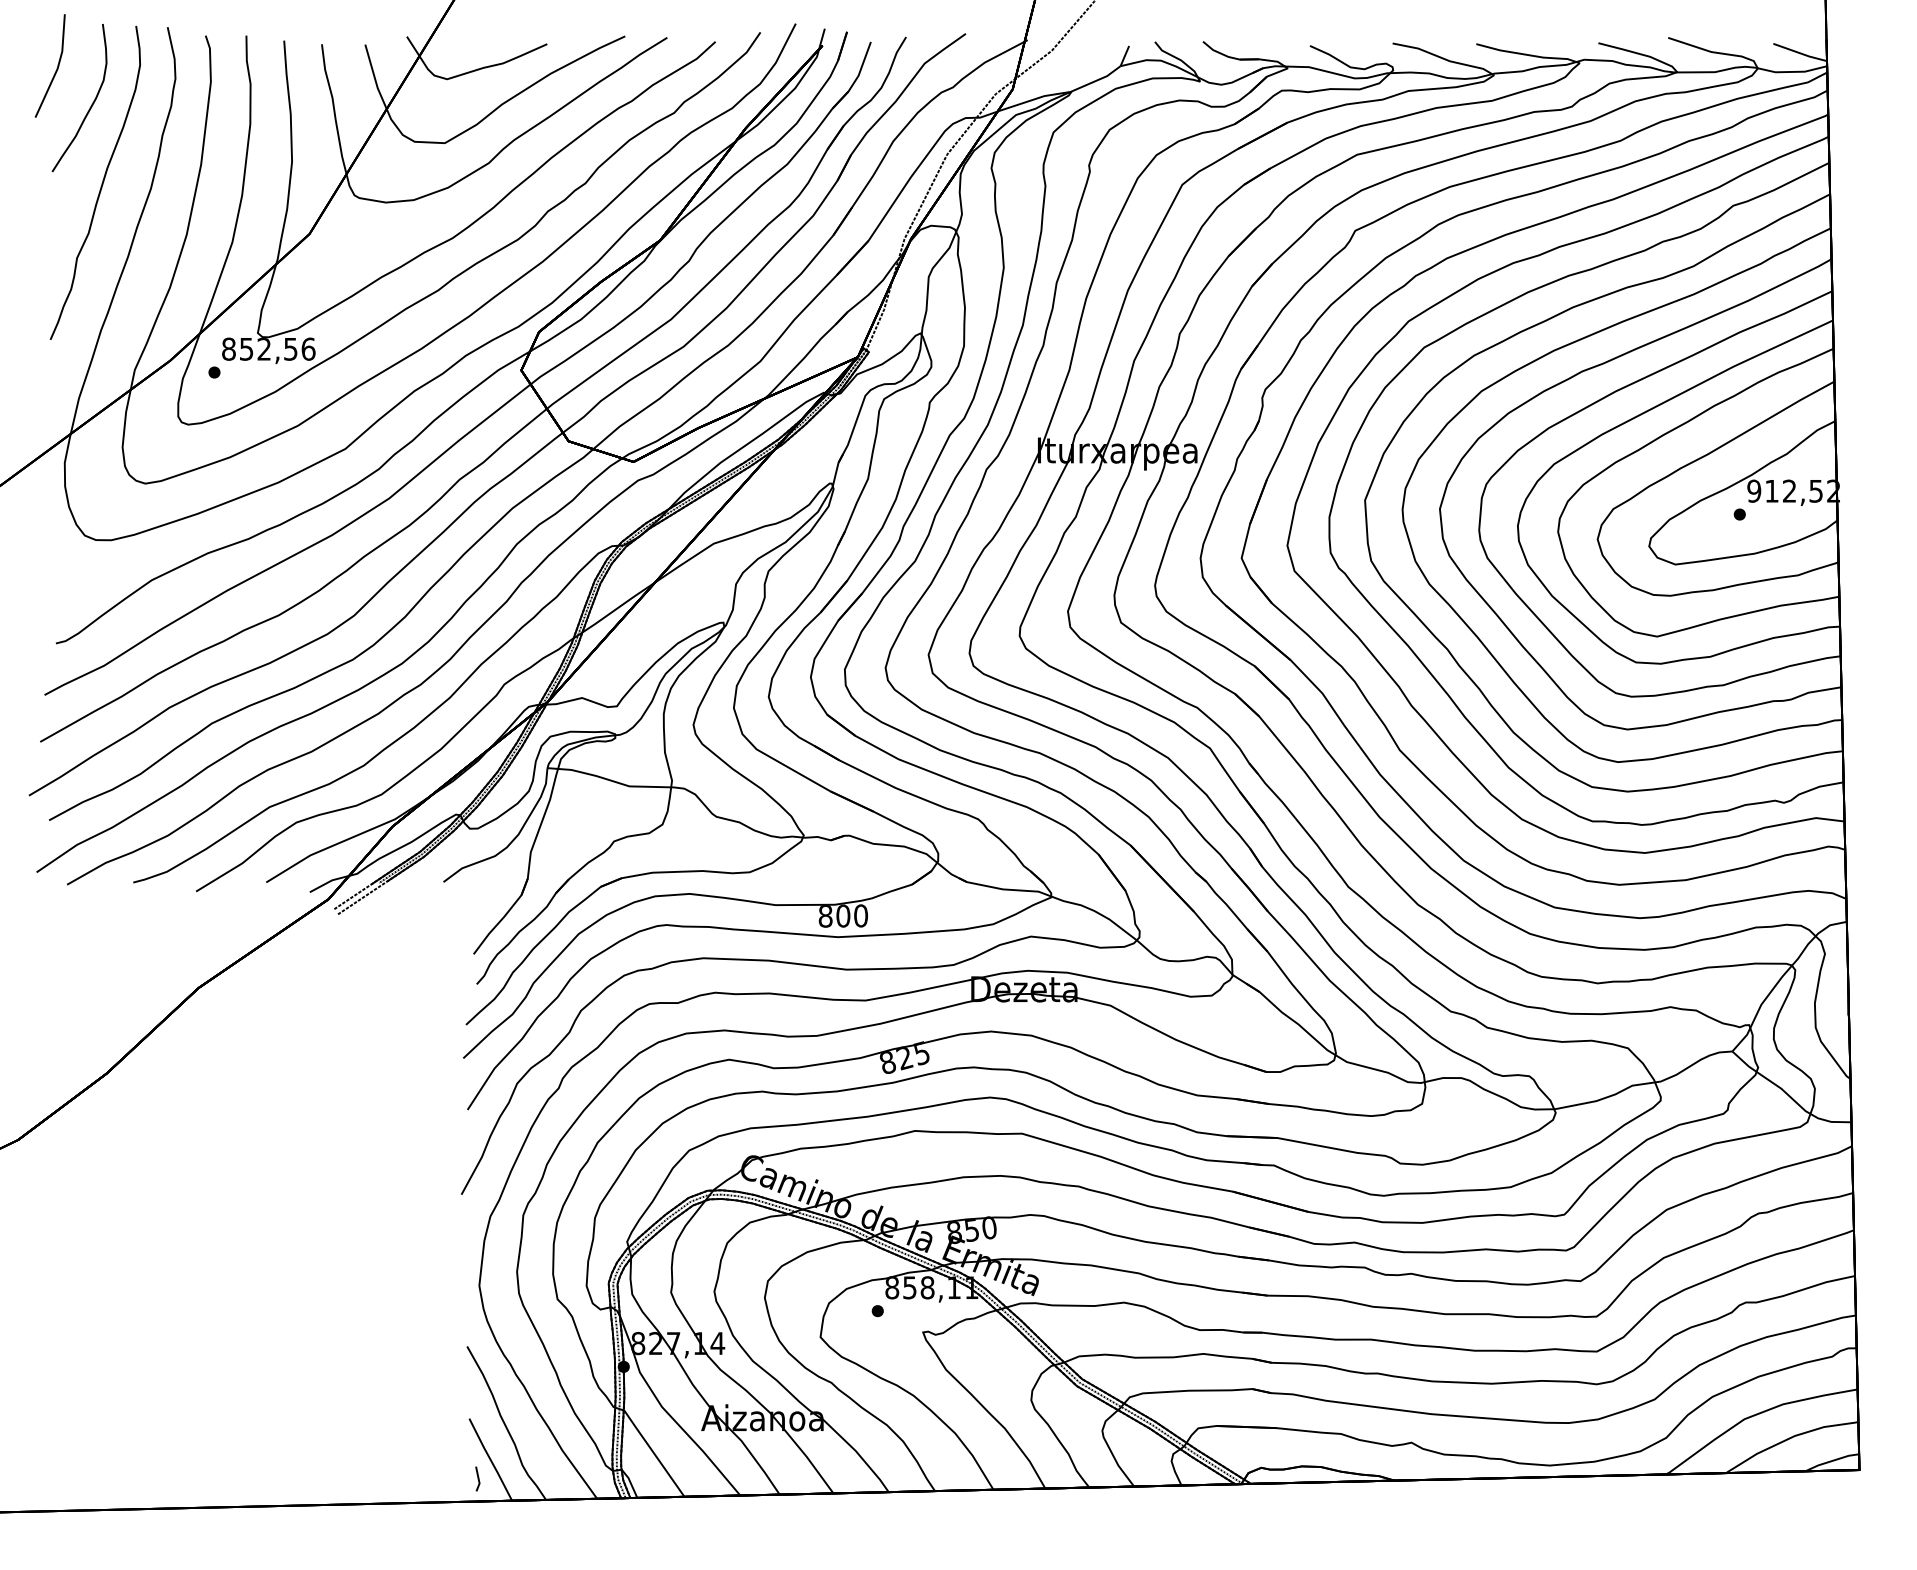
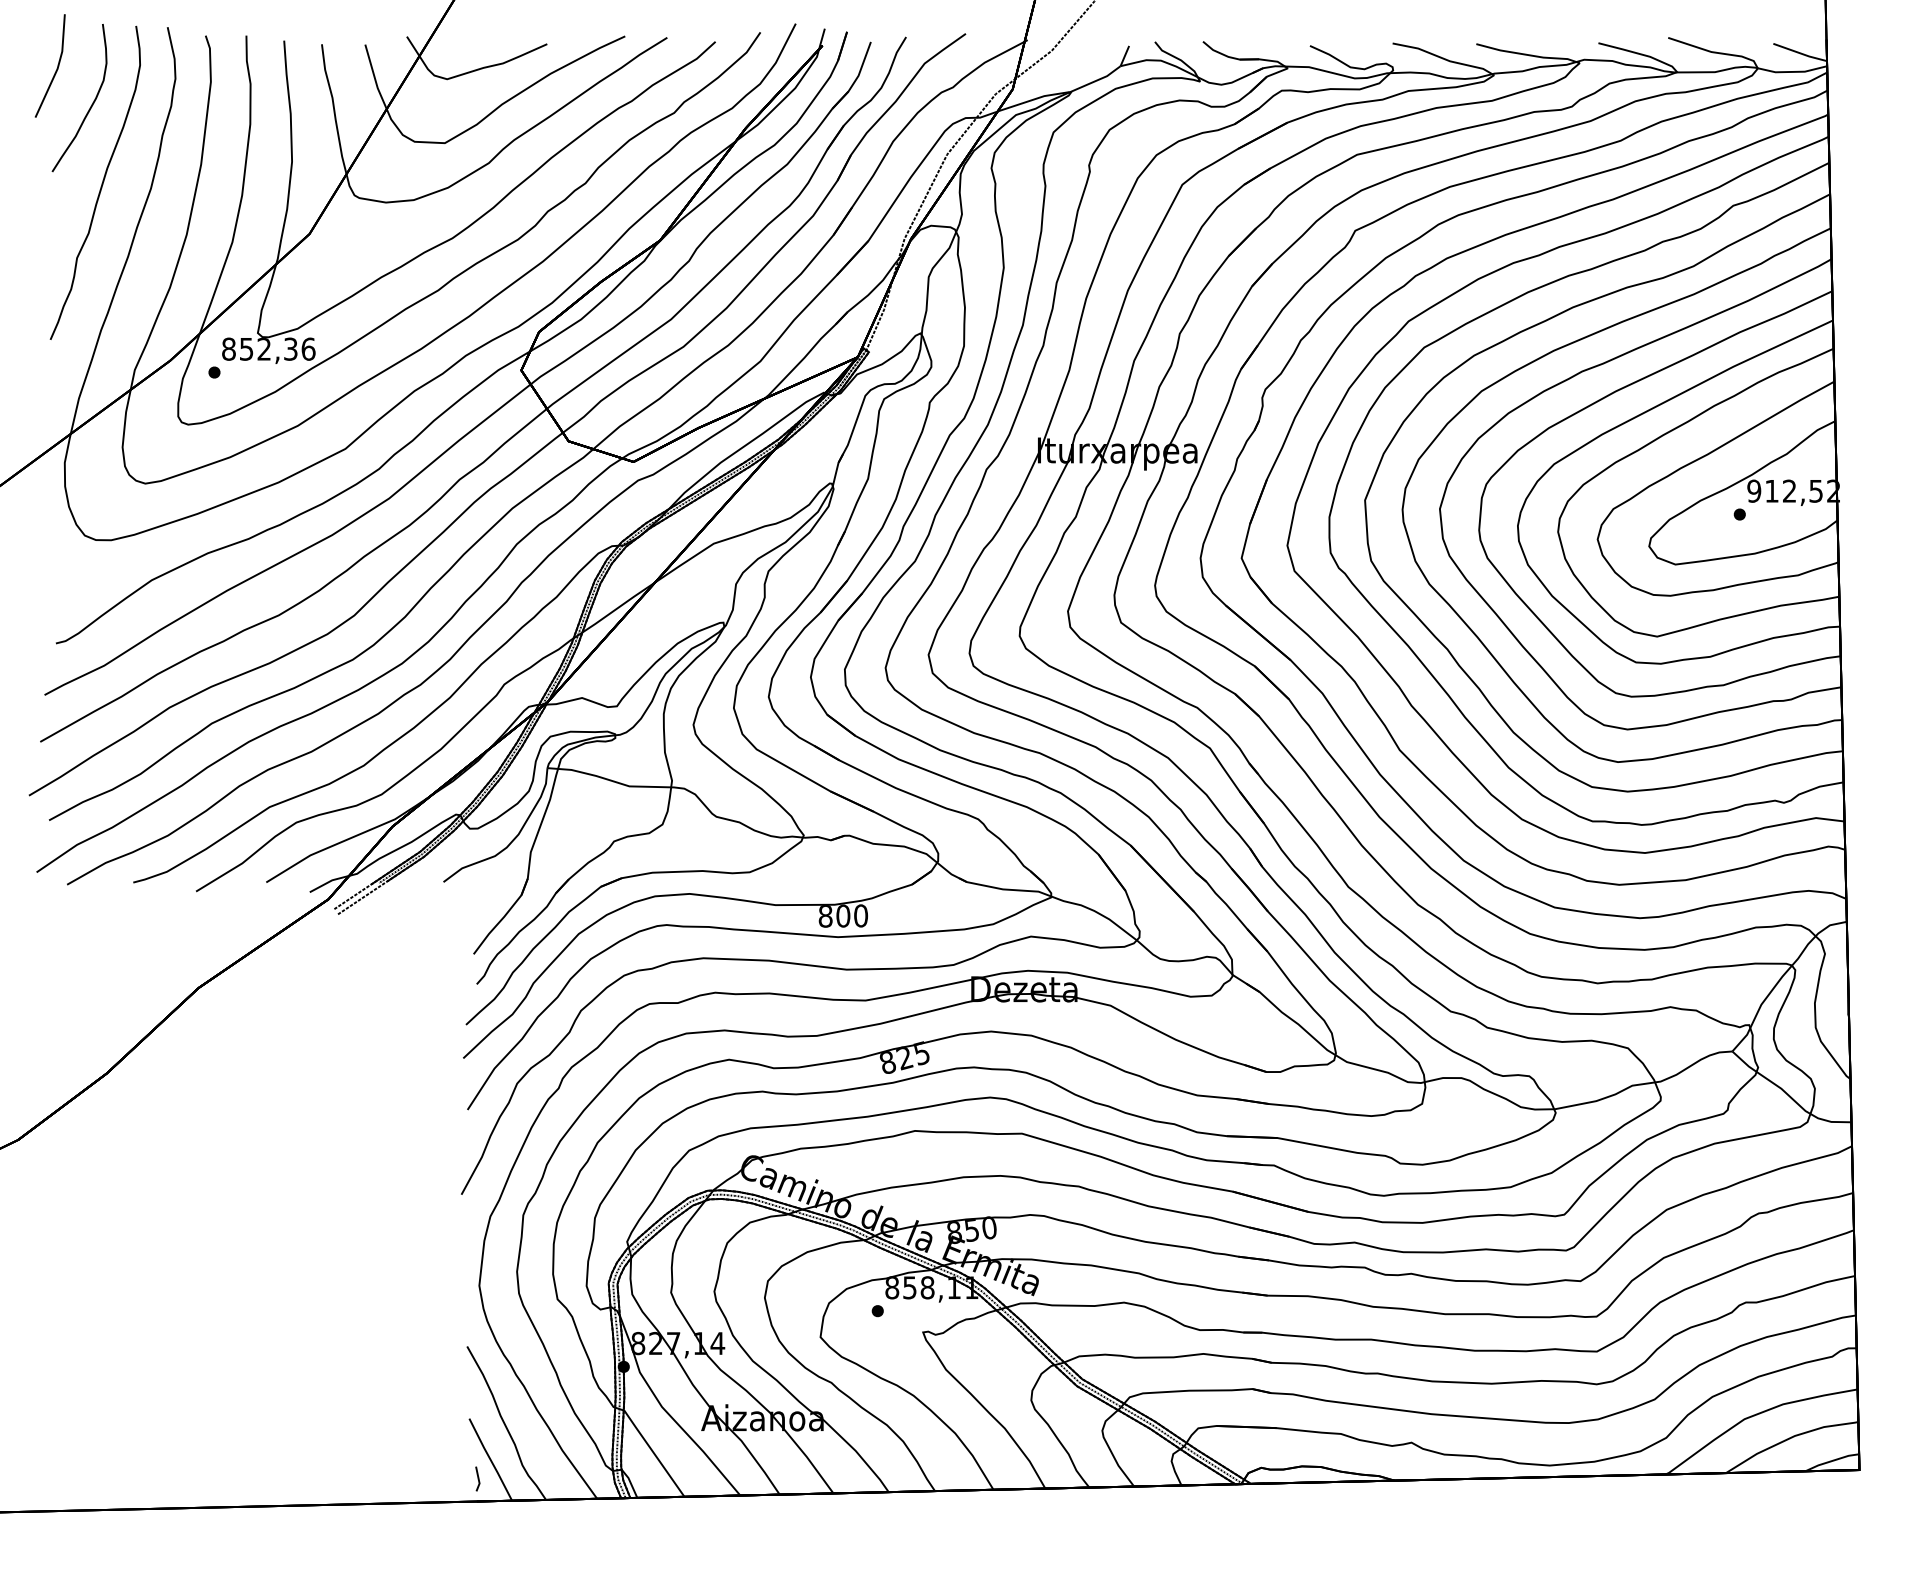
text at (290, 348): 852,56 -> 852,36
